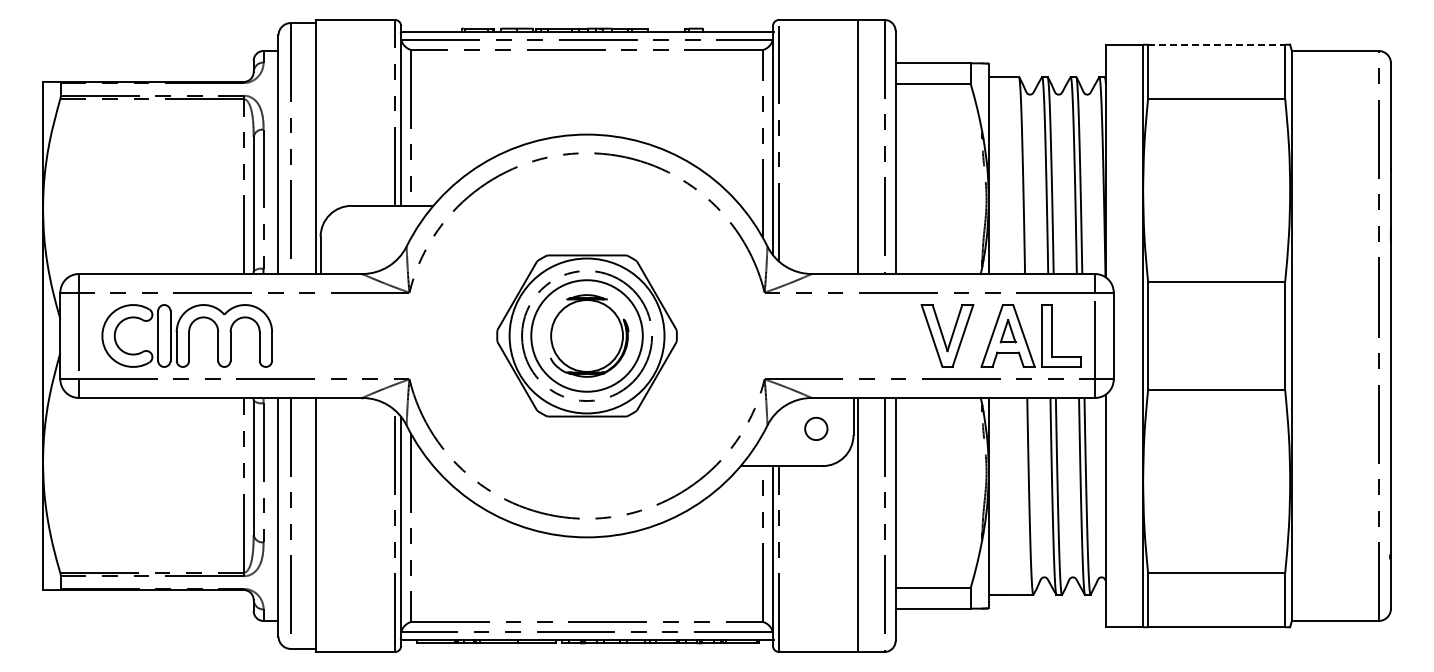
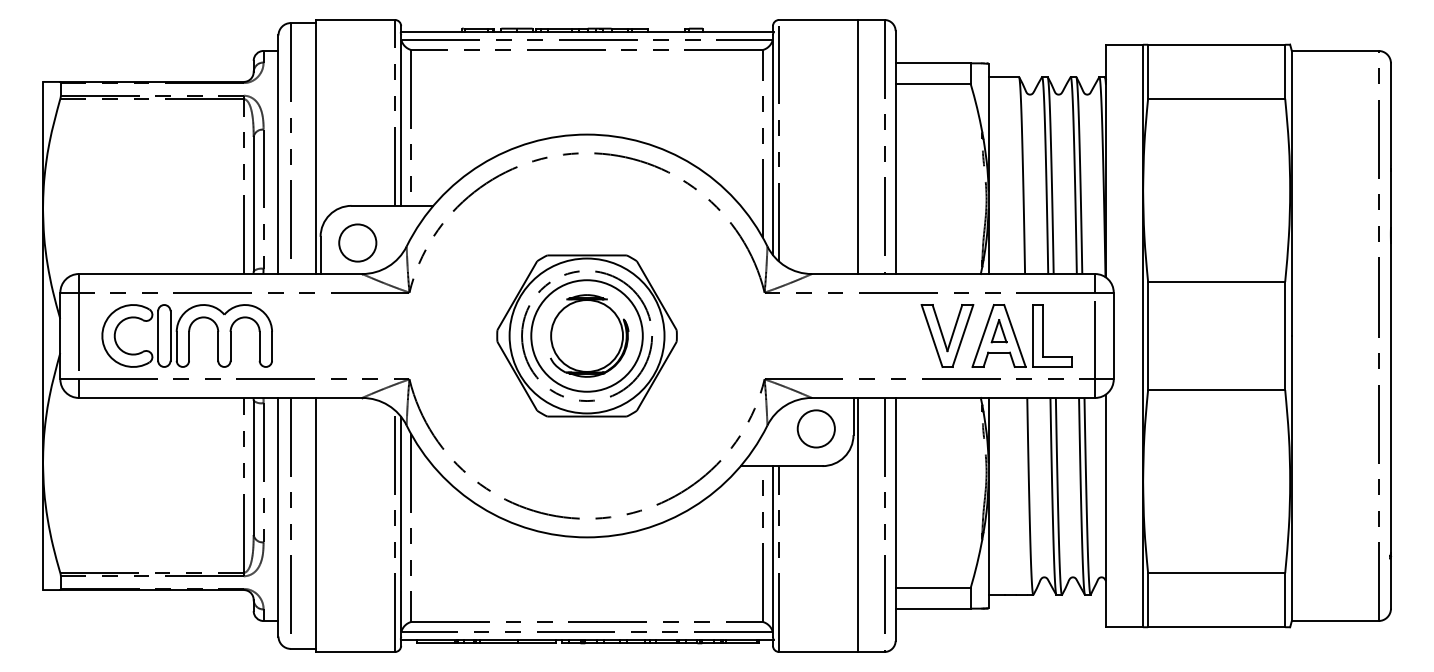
line at (1216, 44): dashed -> solid
circle at (357, 242): none -> present
part at (1030, 335) position: (1030, 335) -> (1021, 335)
circle at (816, 428) diameter: 22 px -> 37 px
